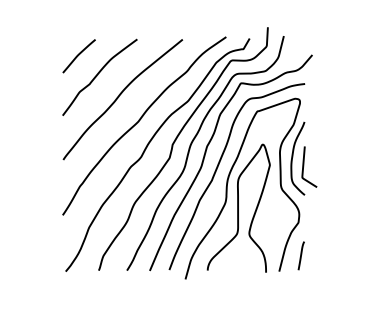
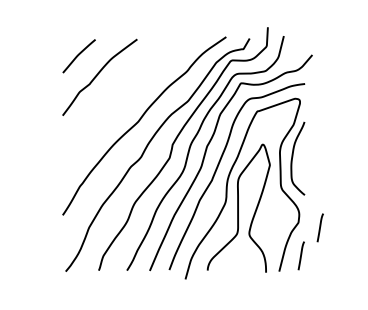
curve at (119, 97): present -> none
curve at (304, 166): present -> none
line at (319, 227): none -> present
